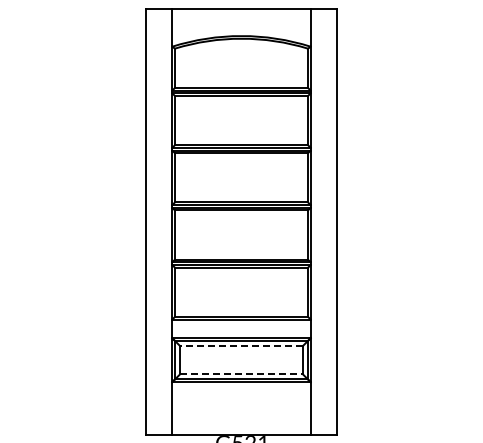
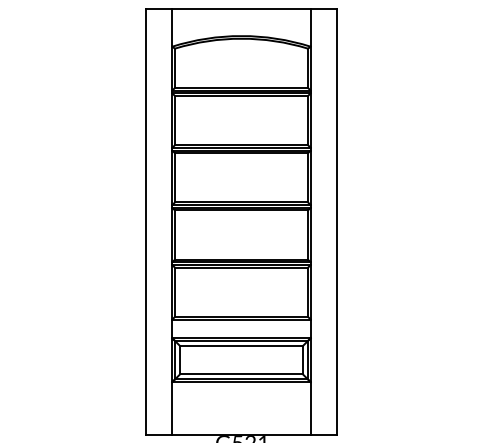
line at (241, 346): dashed -> solid
line at (241, 374): dashed -> solid
